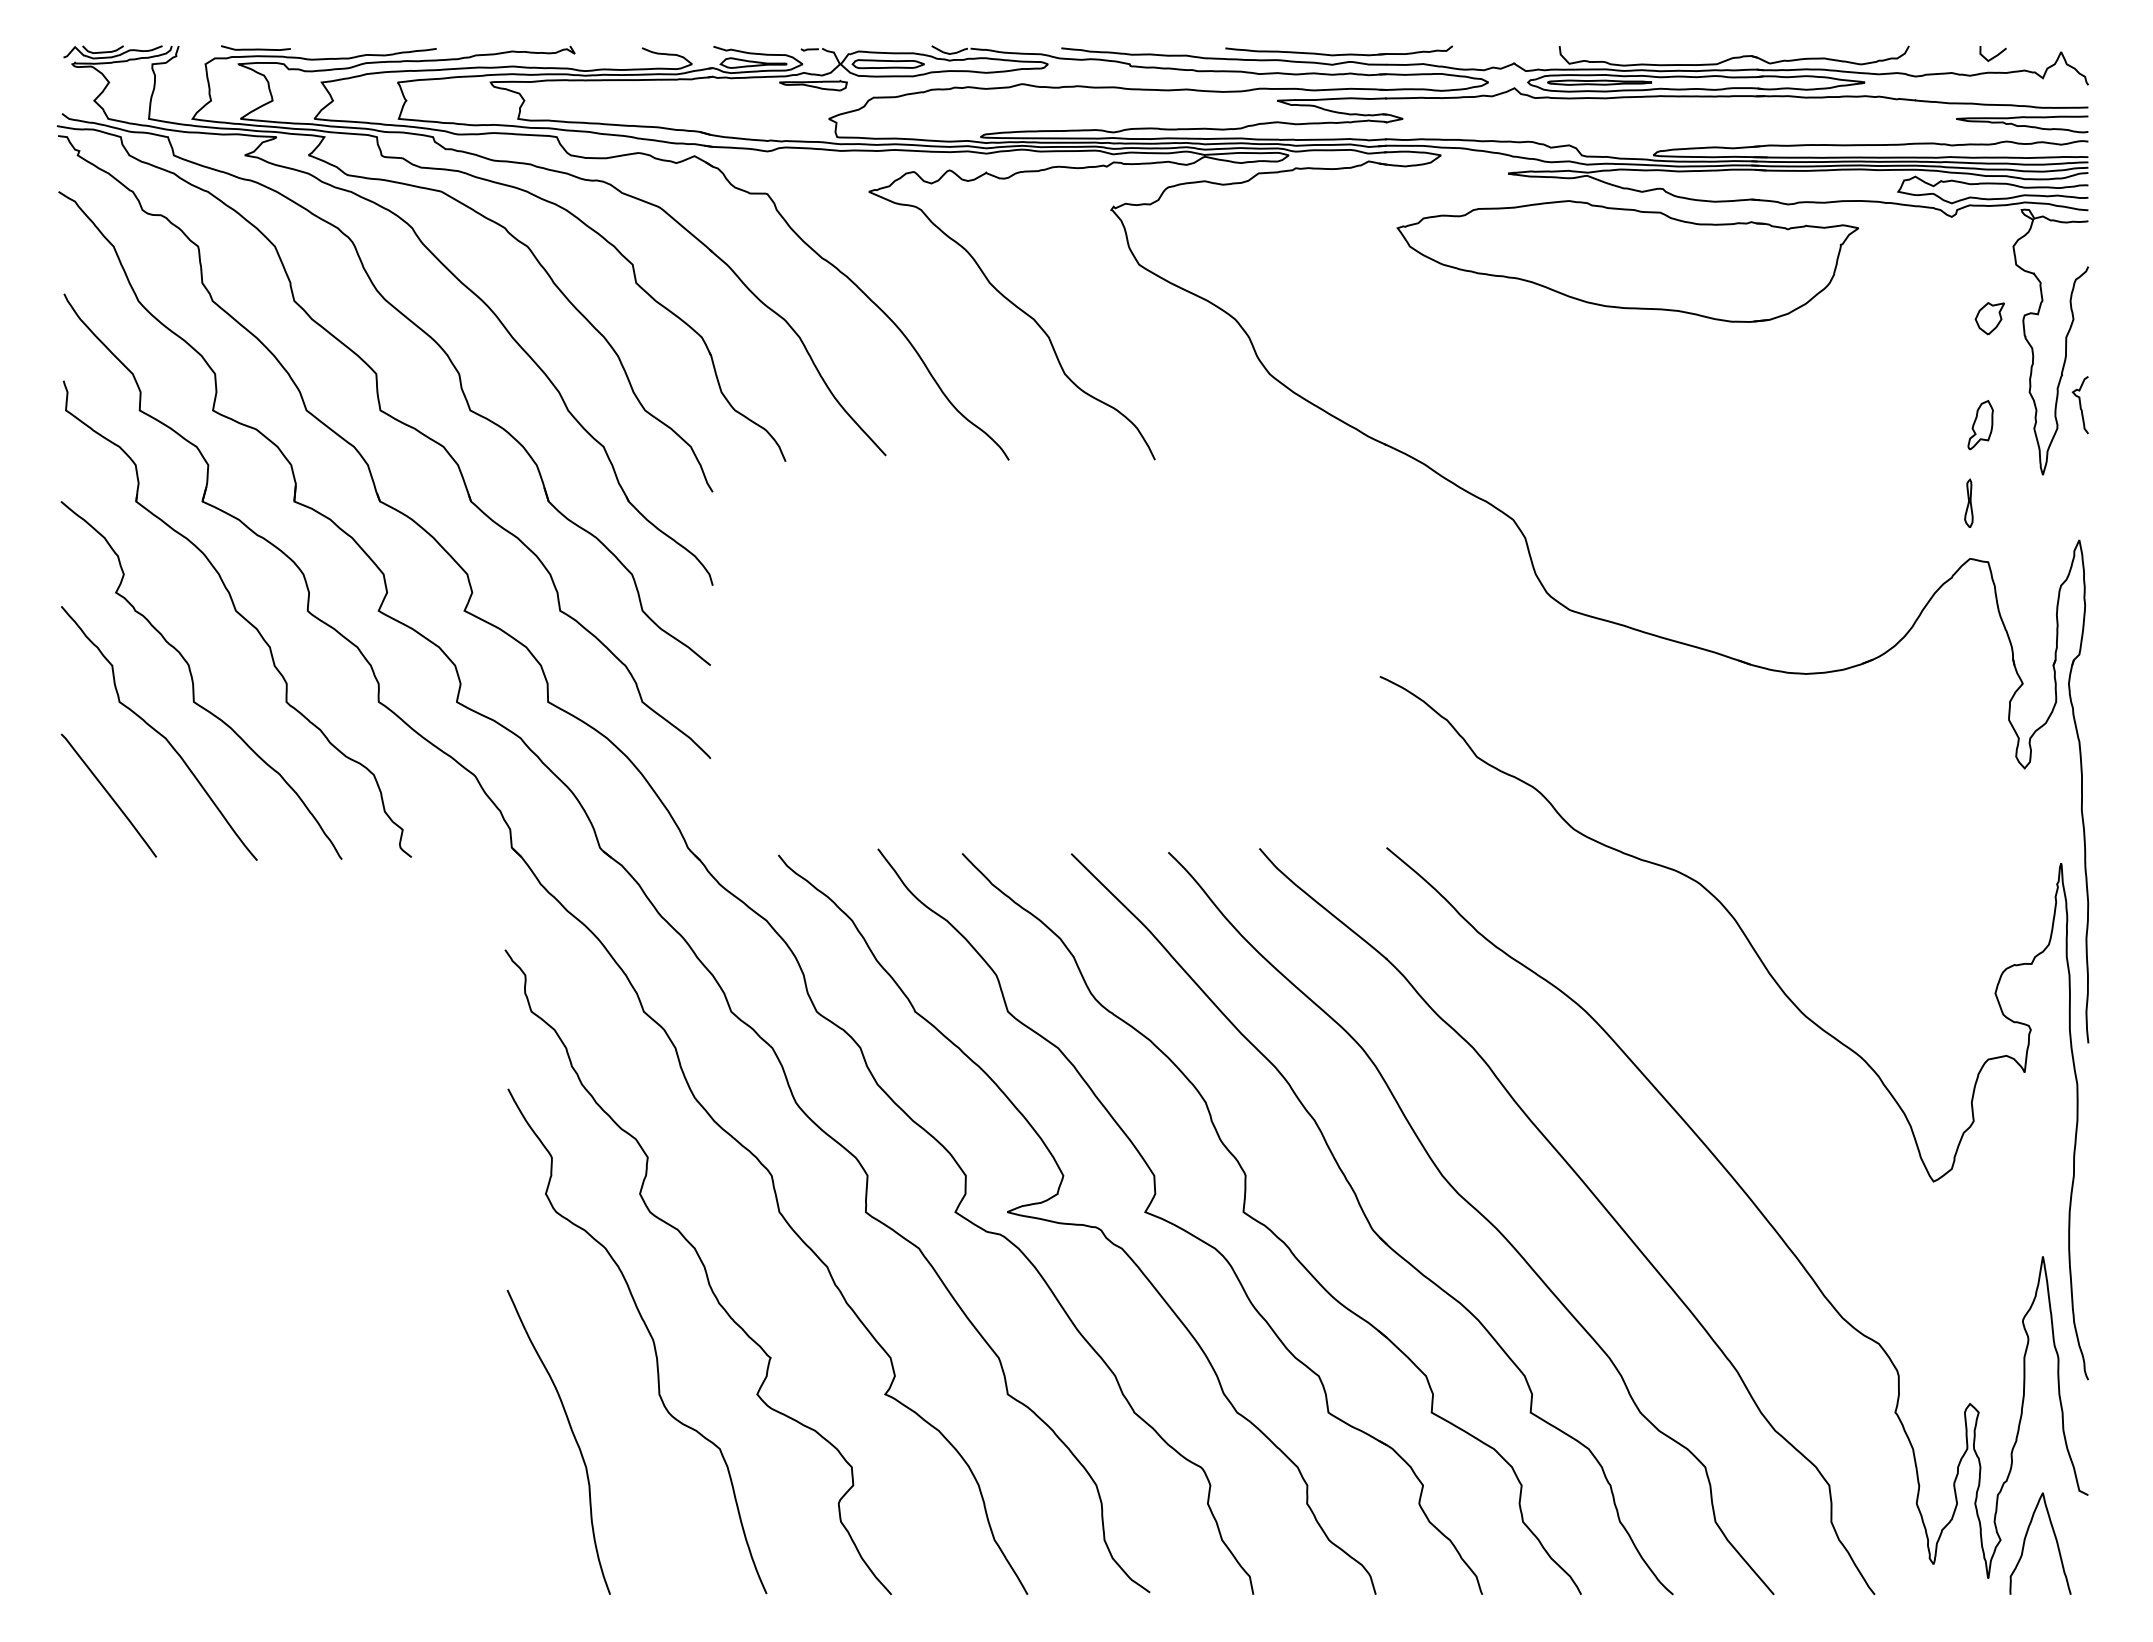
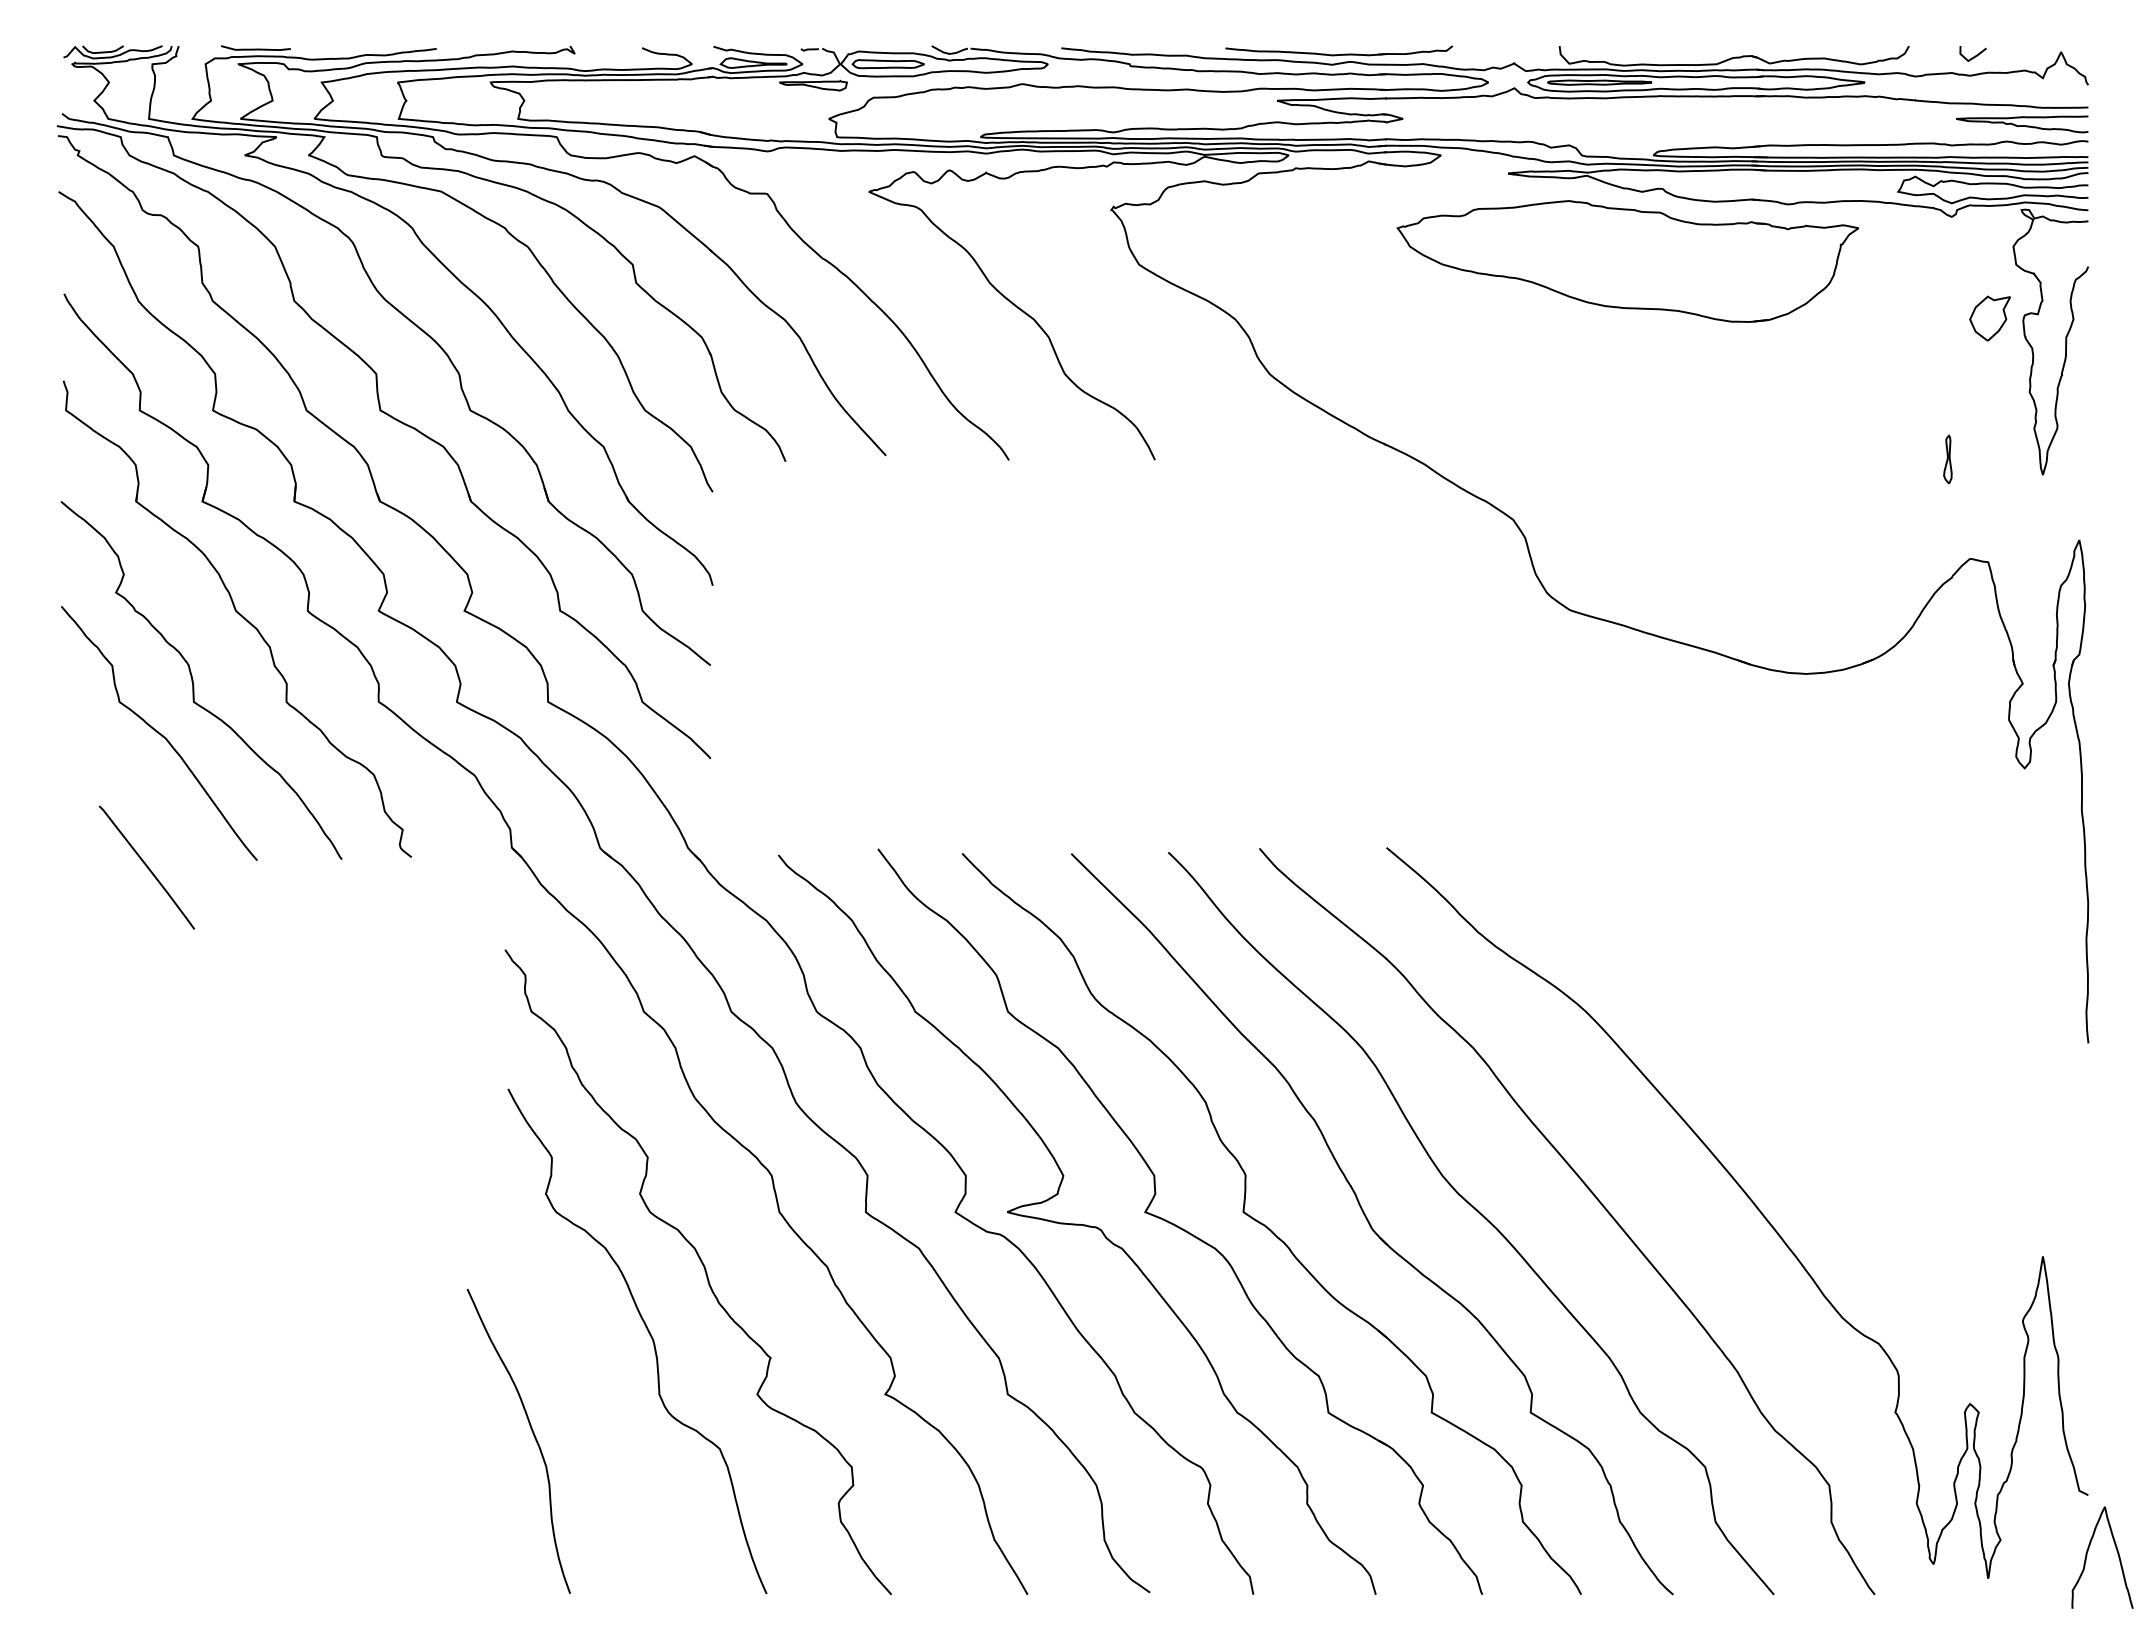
curve at (1993, 56) position: (1993, 56) -> (1973, 56)
part at (1989, 318) size: 31x34 px -> 42x47 px
curve at (2079, 405): present -> none
part at (1980, 425): present -> none
part at (1968, 502) position: (1968, 502) -> (1947, 458)
line at (108, 795) position: (108, 795) -> (146, 867)
curve at (1781, 991): present -> none
curve at (573, 1437) position: (573, 1437) -> (533, 1436)
curve at (2025, 1542) position: (2025, 1542) -> (2087, 1556)
